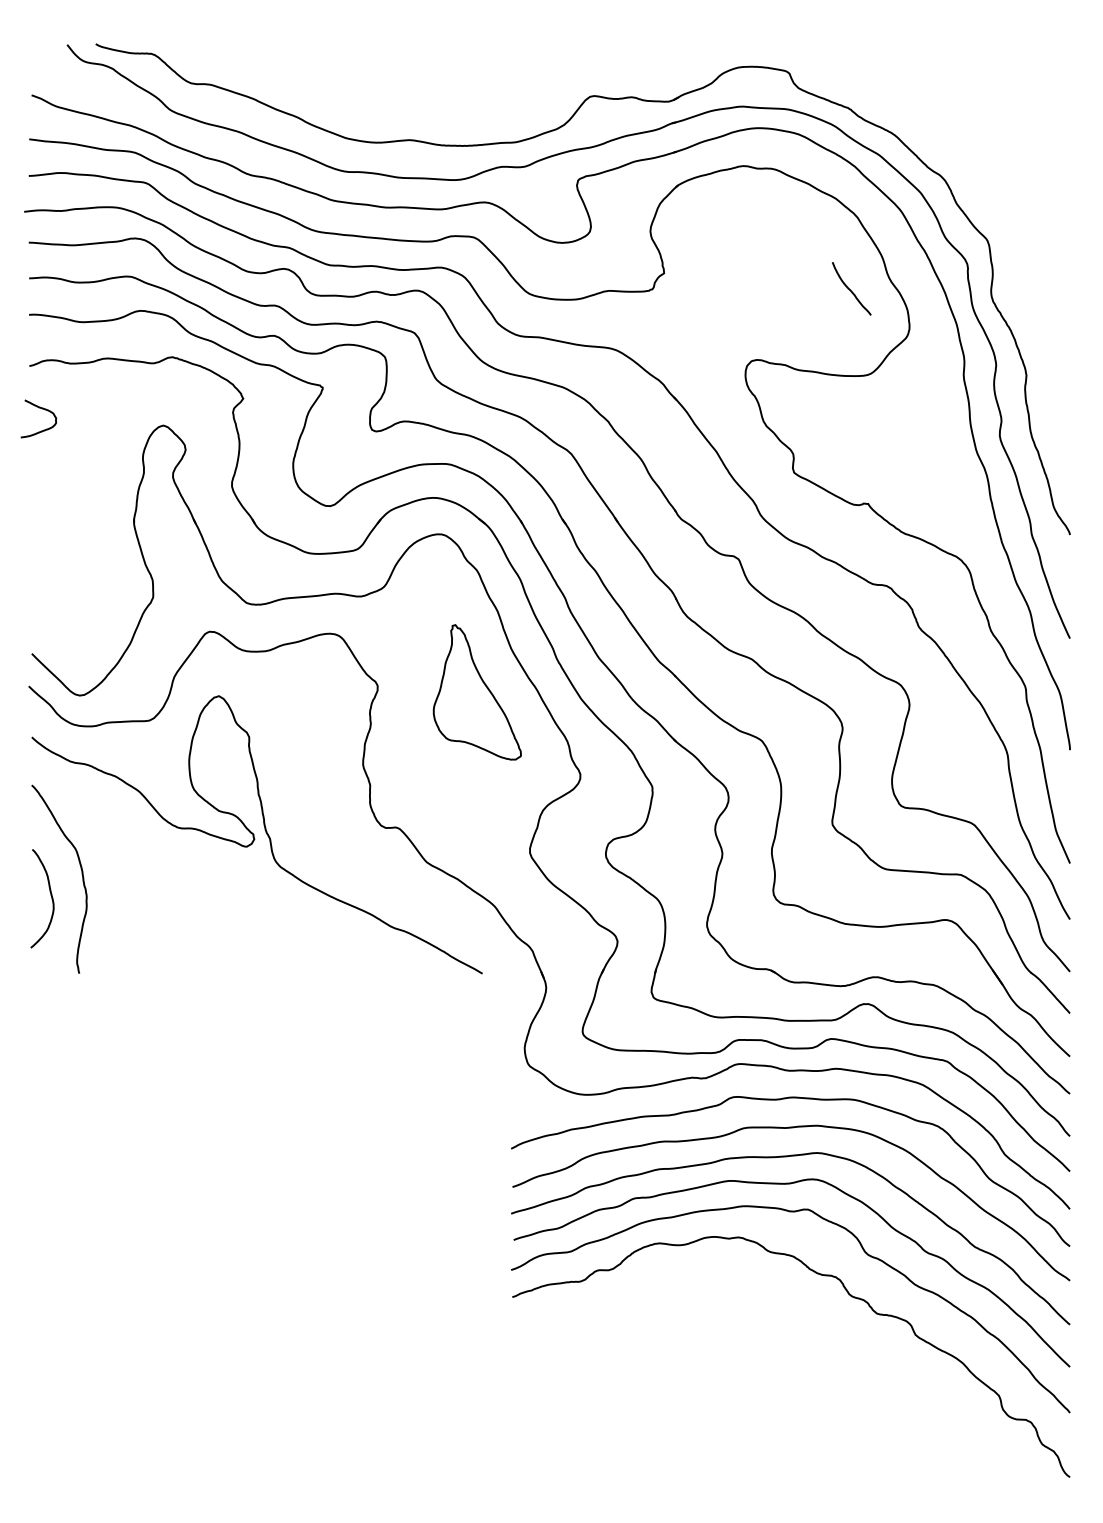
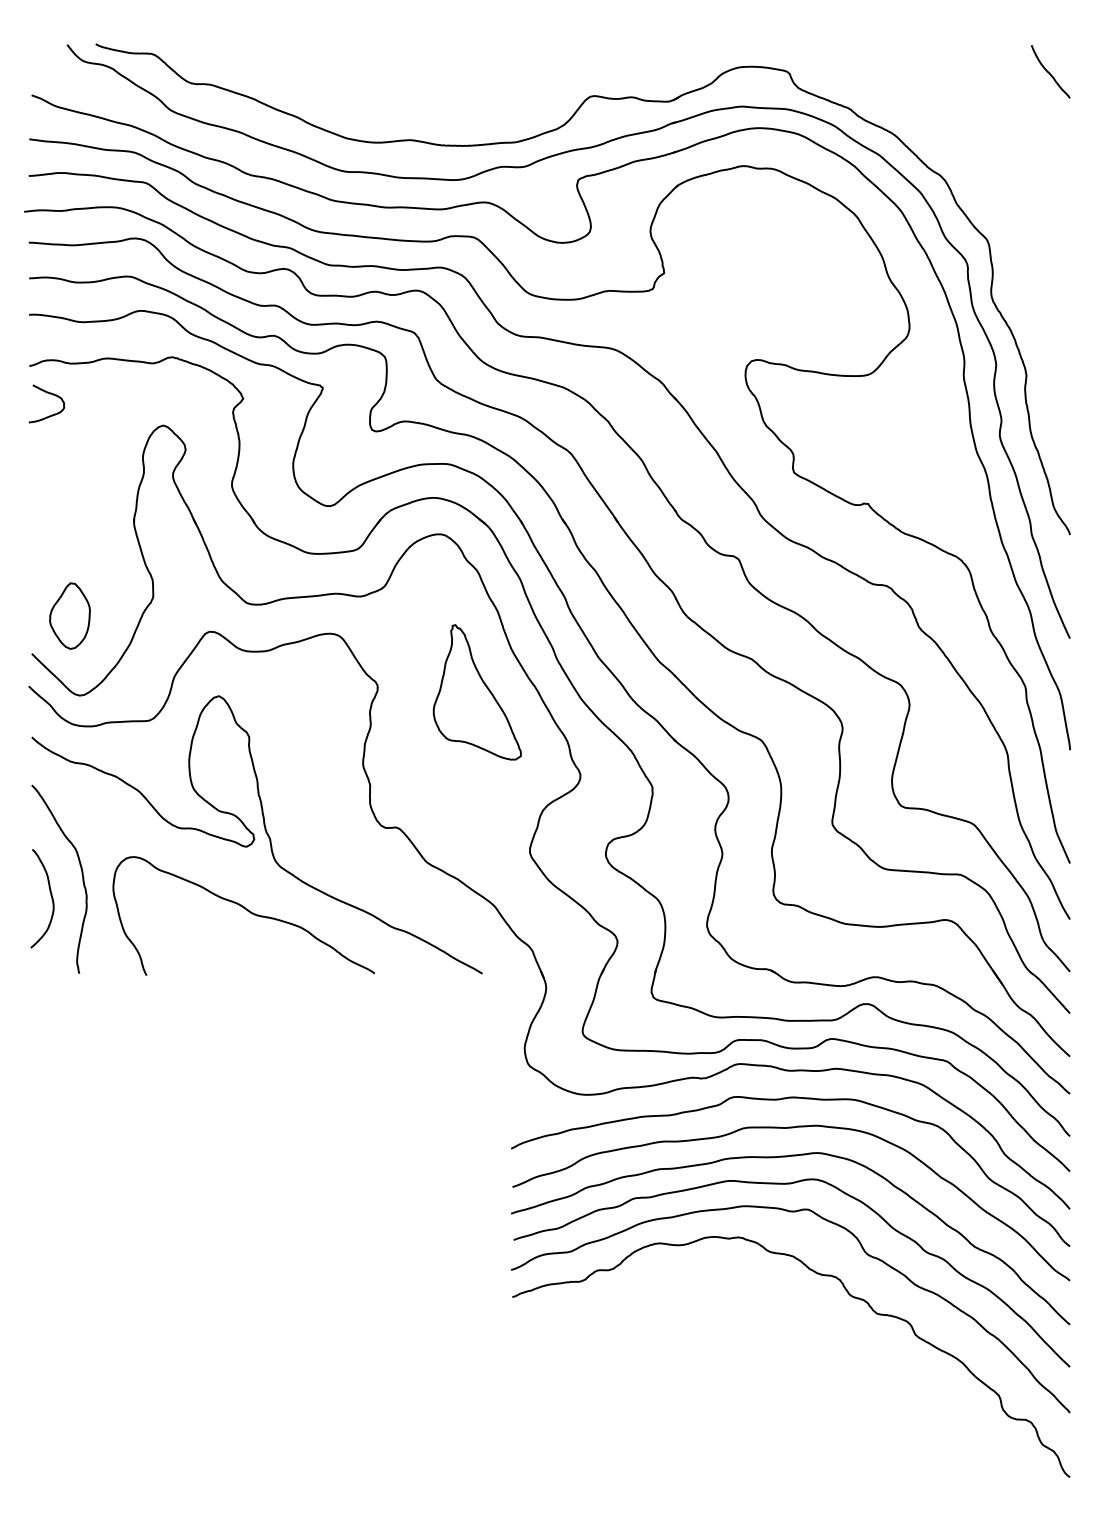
curve at (850, 289) position: (850, 289) -> (1049, 72)
curve at (41, 409) position: (41, 409) -> (49, 394)
part at (69, 615): none -> present
curve at (247, 911): none -> present
